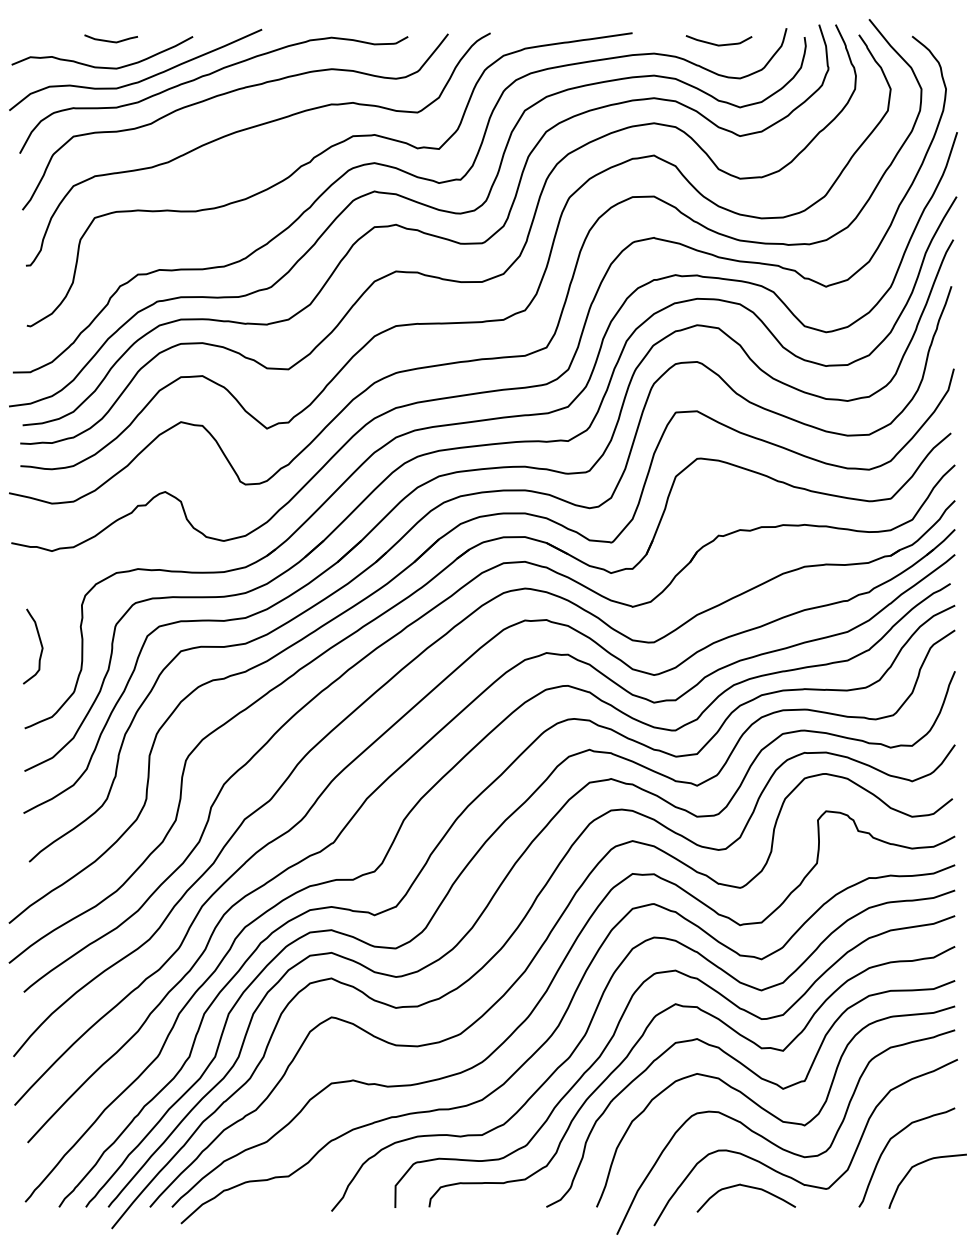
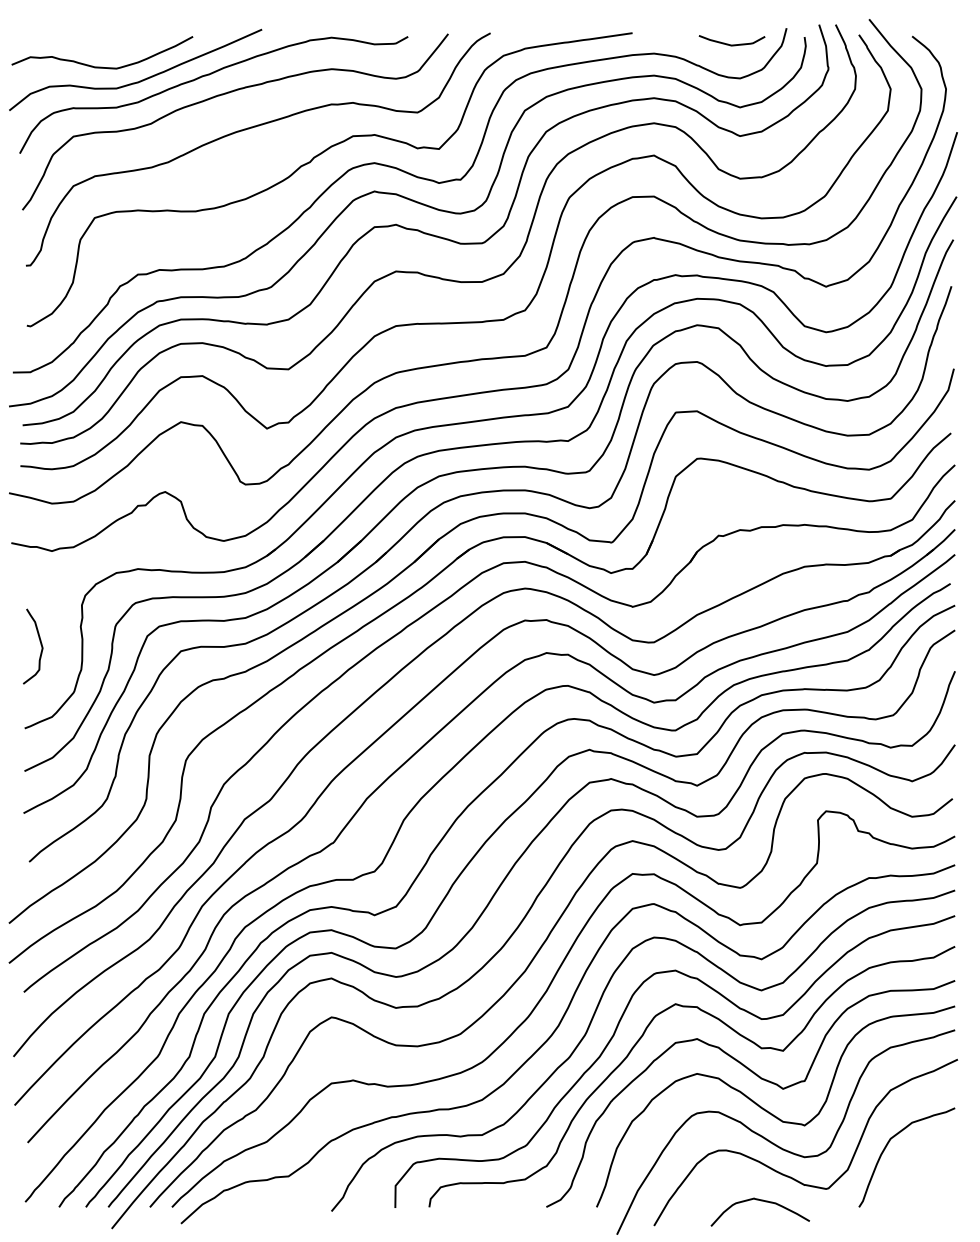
curve at (110, 40): present -> none
curve at (718, 44) position: (718, 44) -> (731, 44)
curve at (920, 1164): present -> none
curve at (746, 1187) position: (746, 1187) -> (760, 1201)
